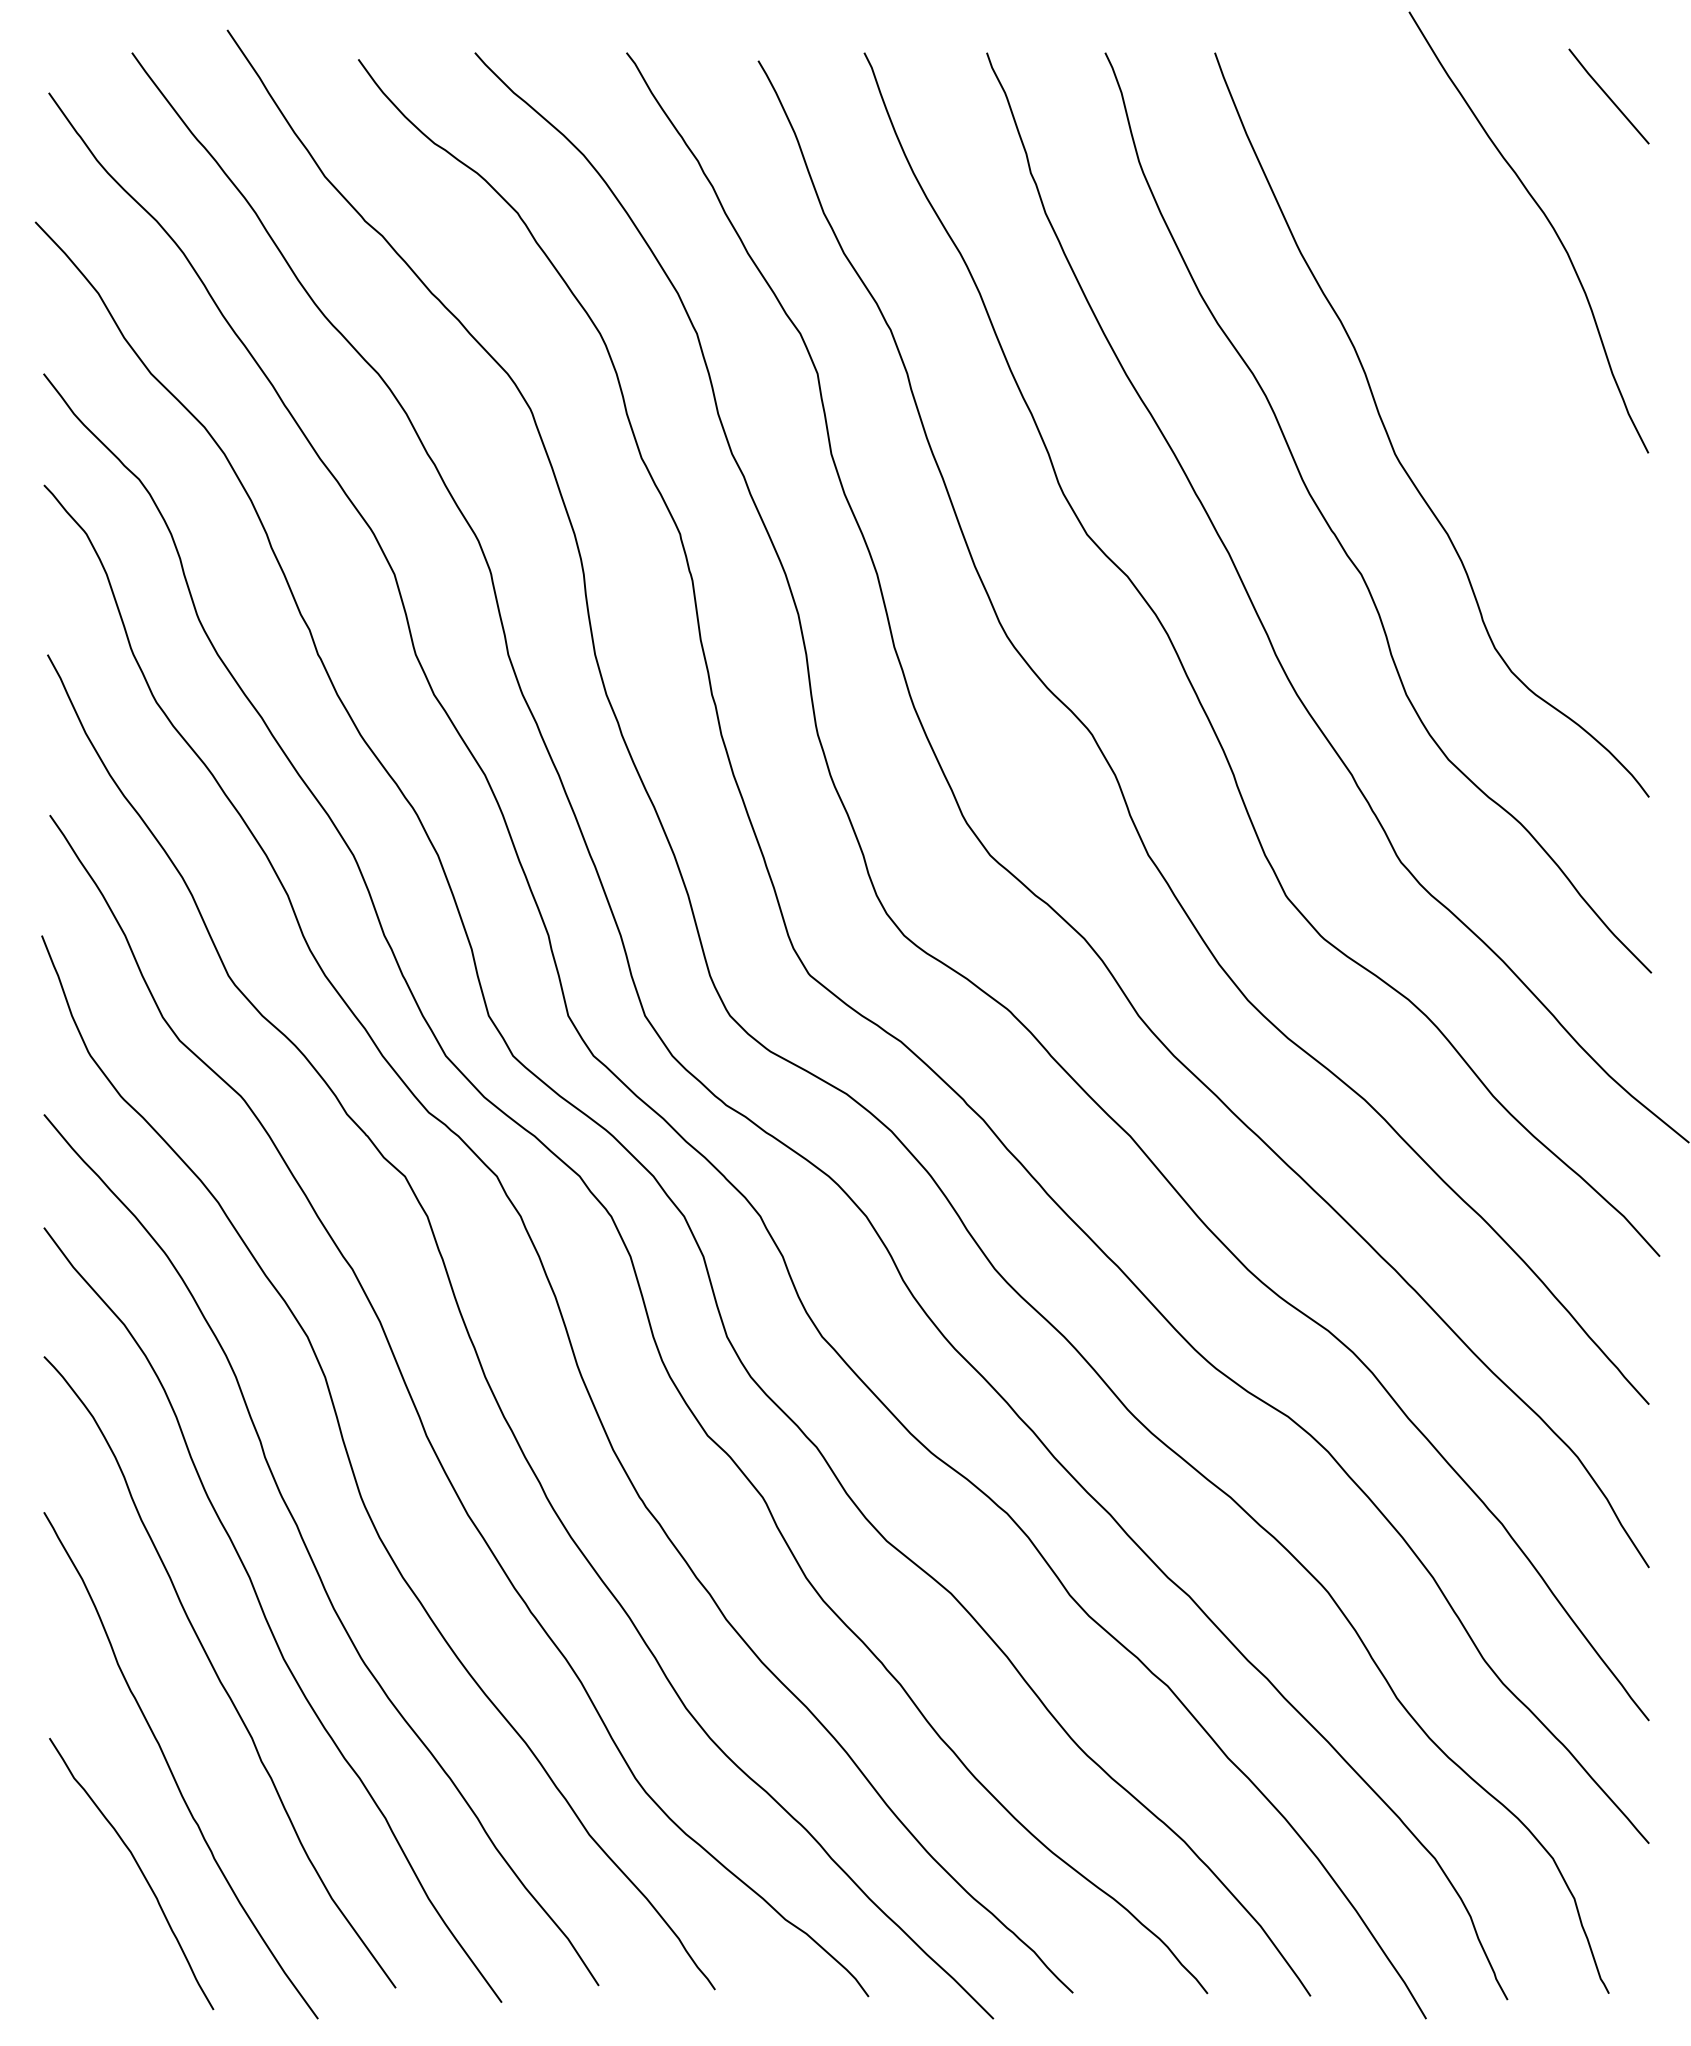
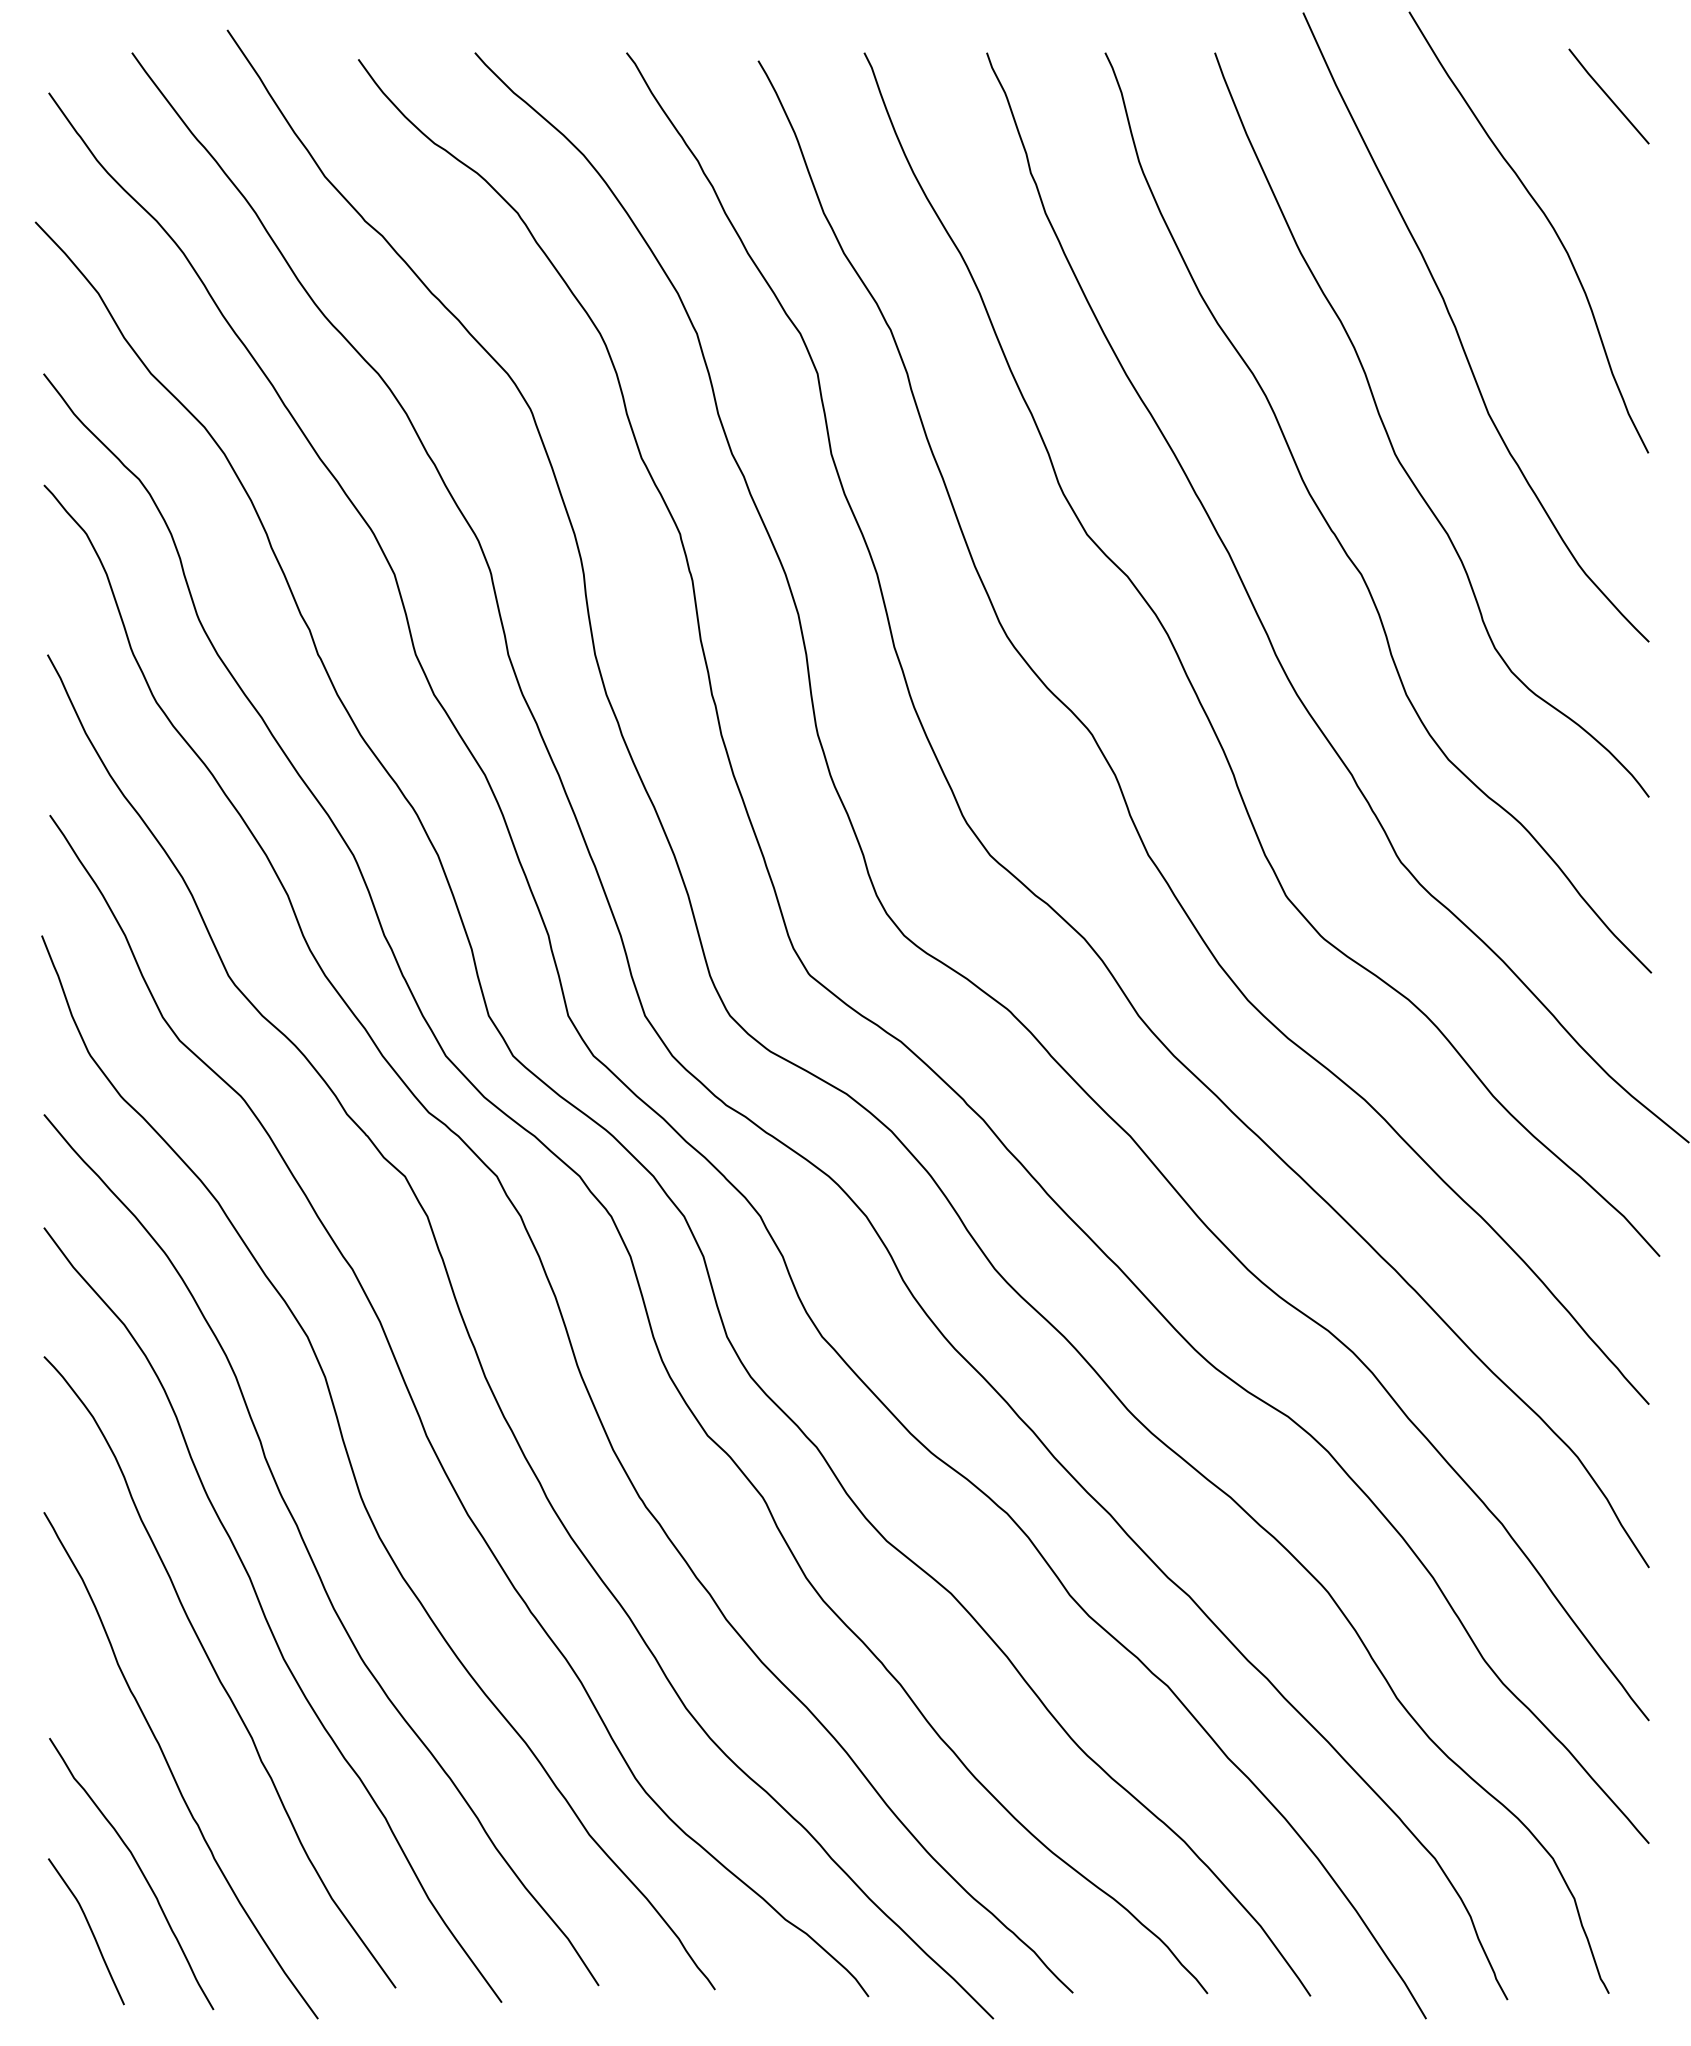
curve at (1458, 332): none -> present
curve at (90, 1930): none -> present
